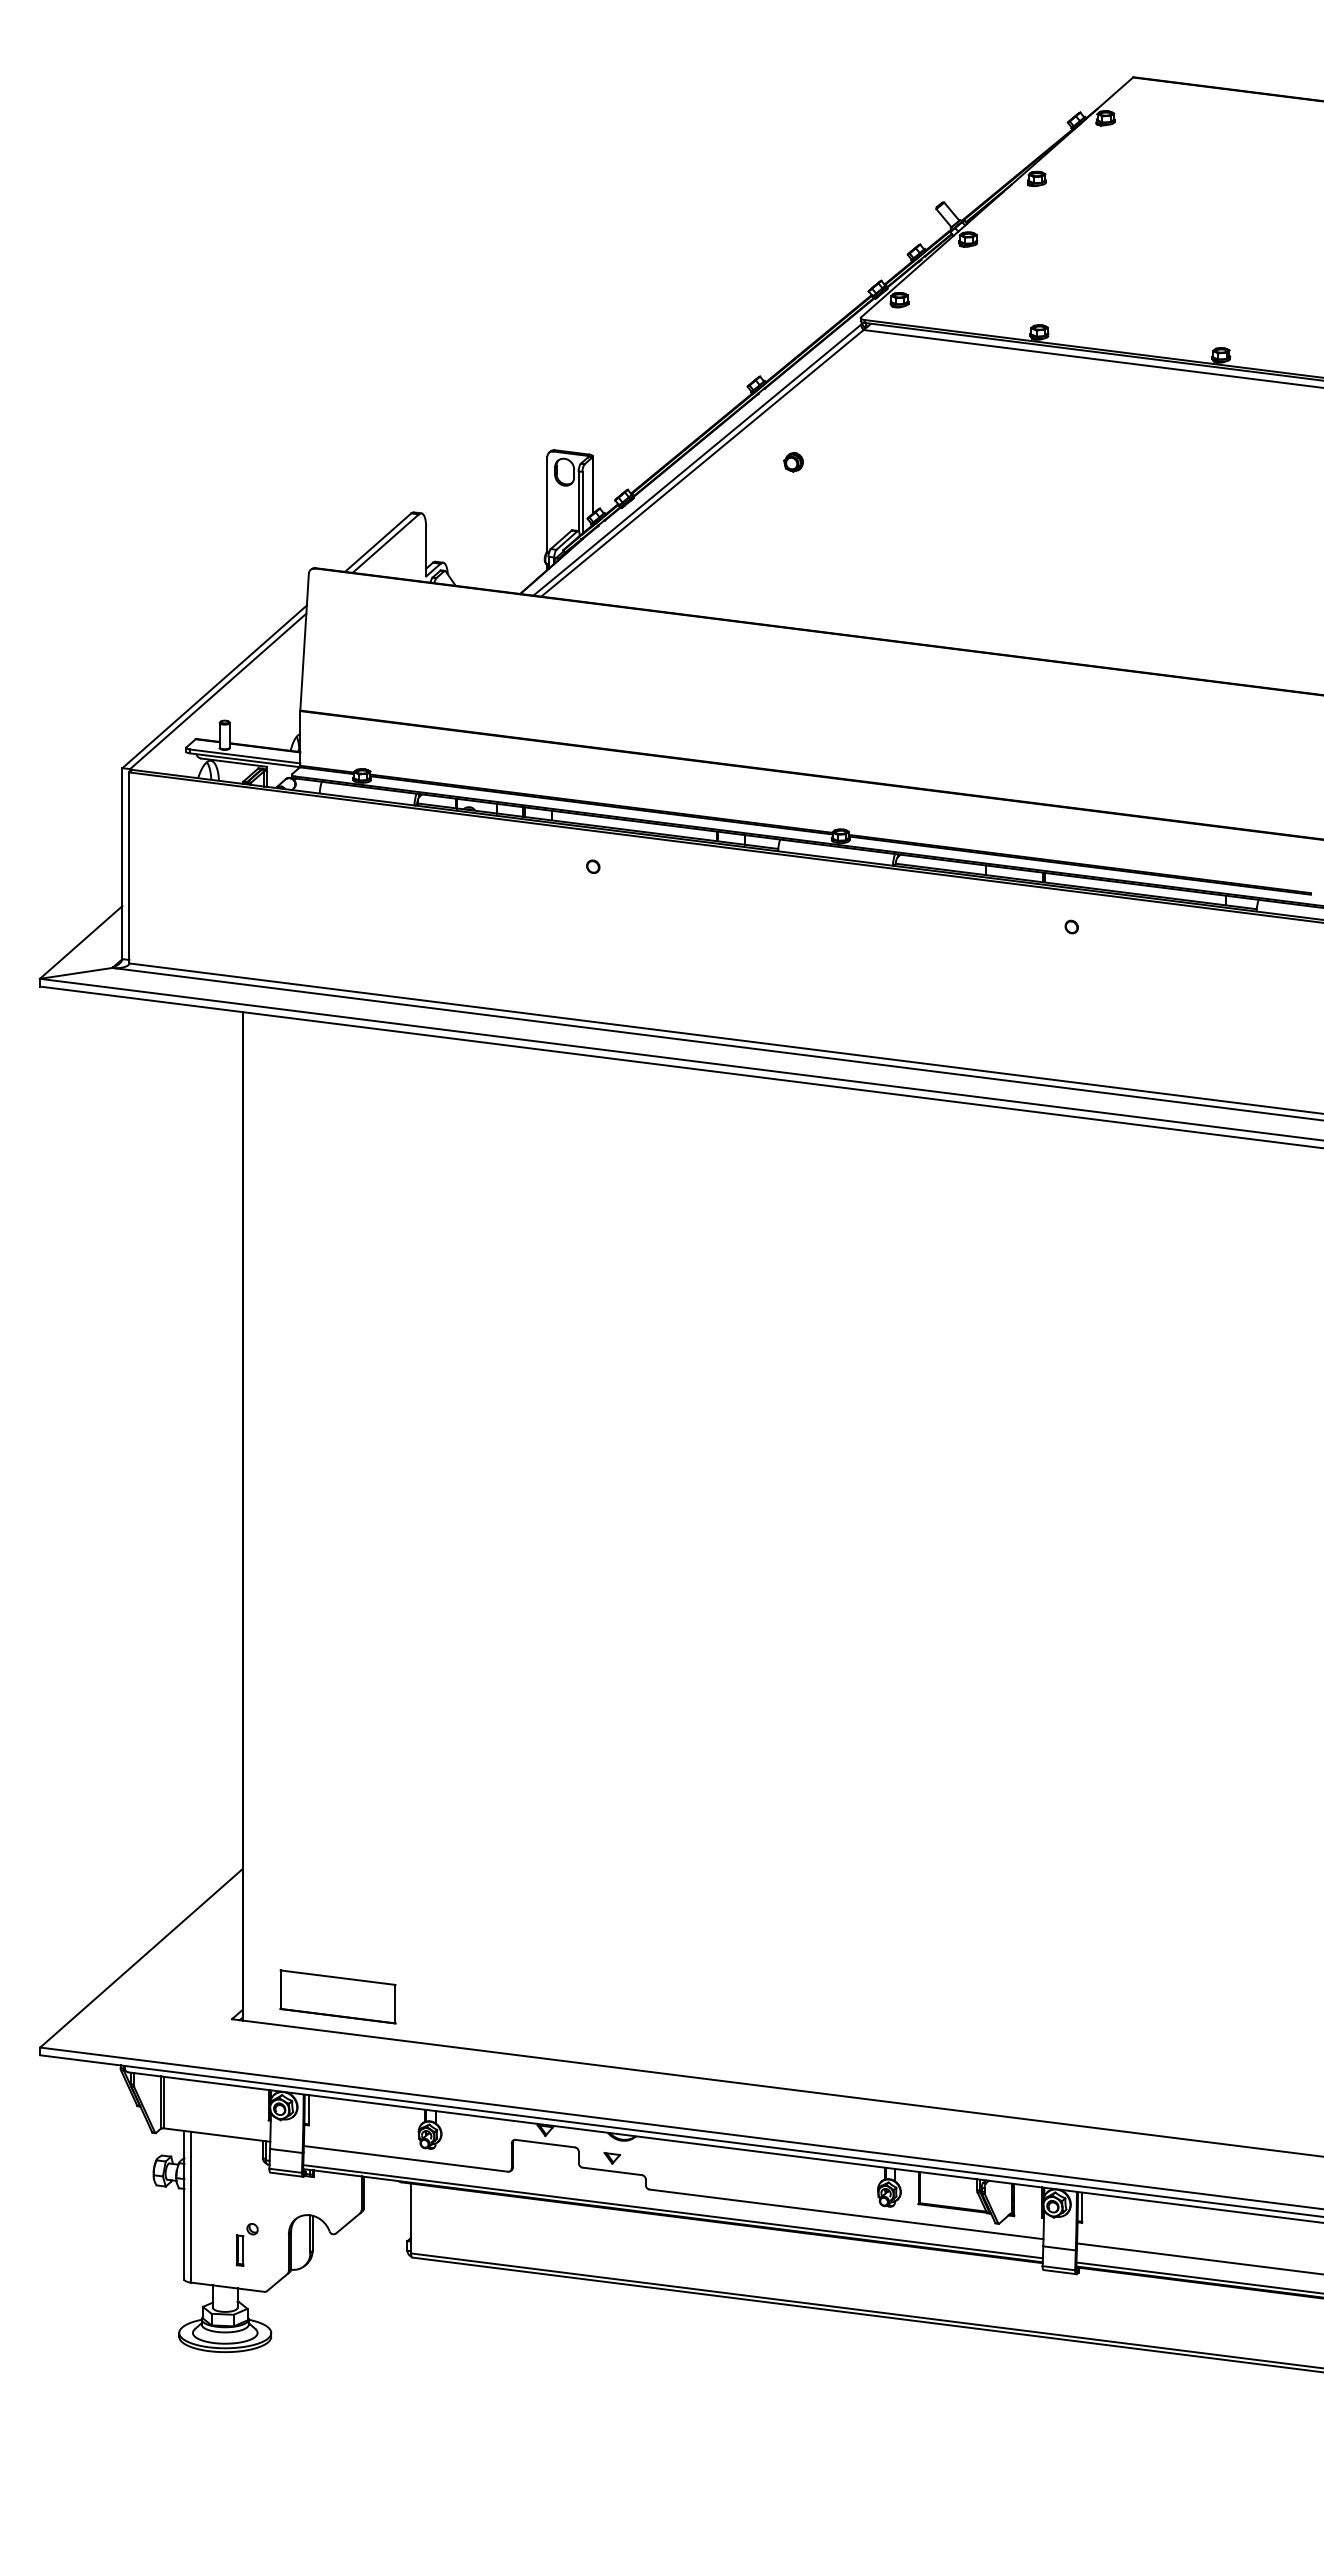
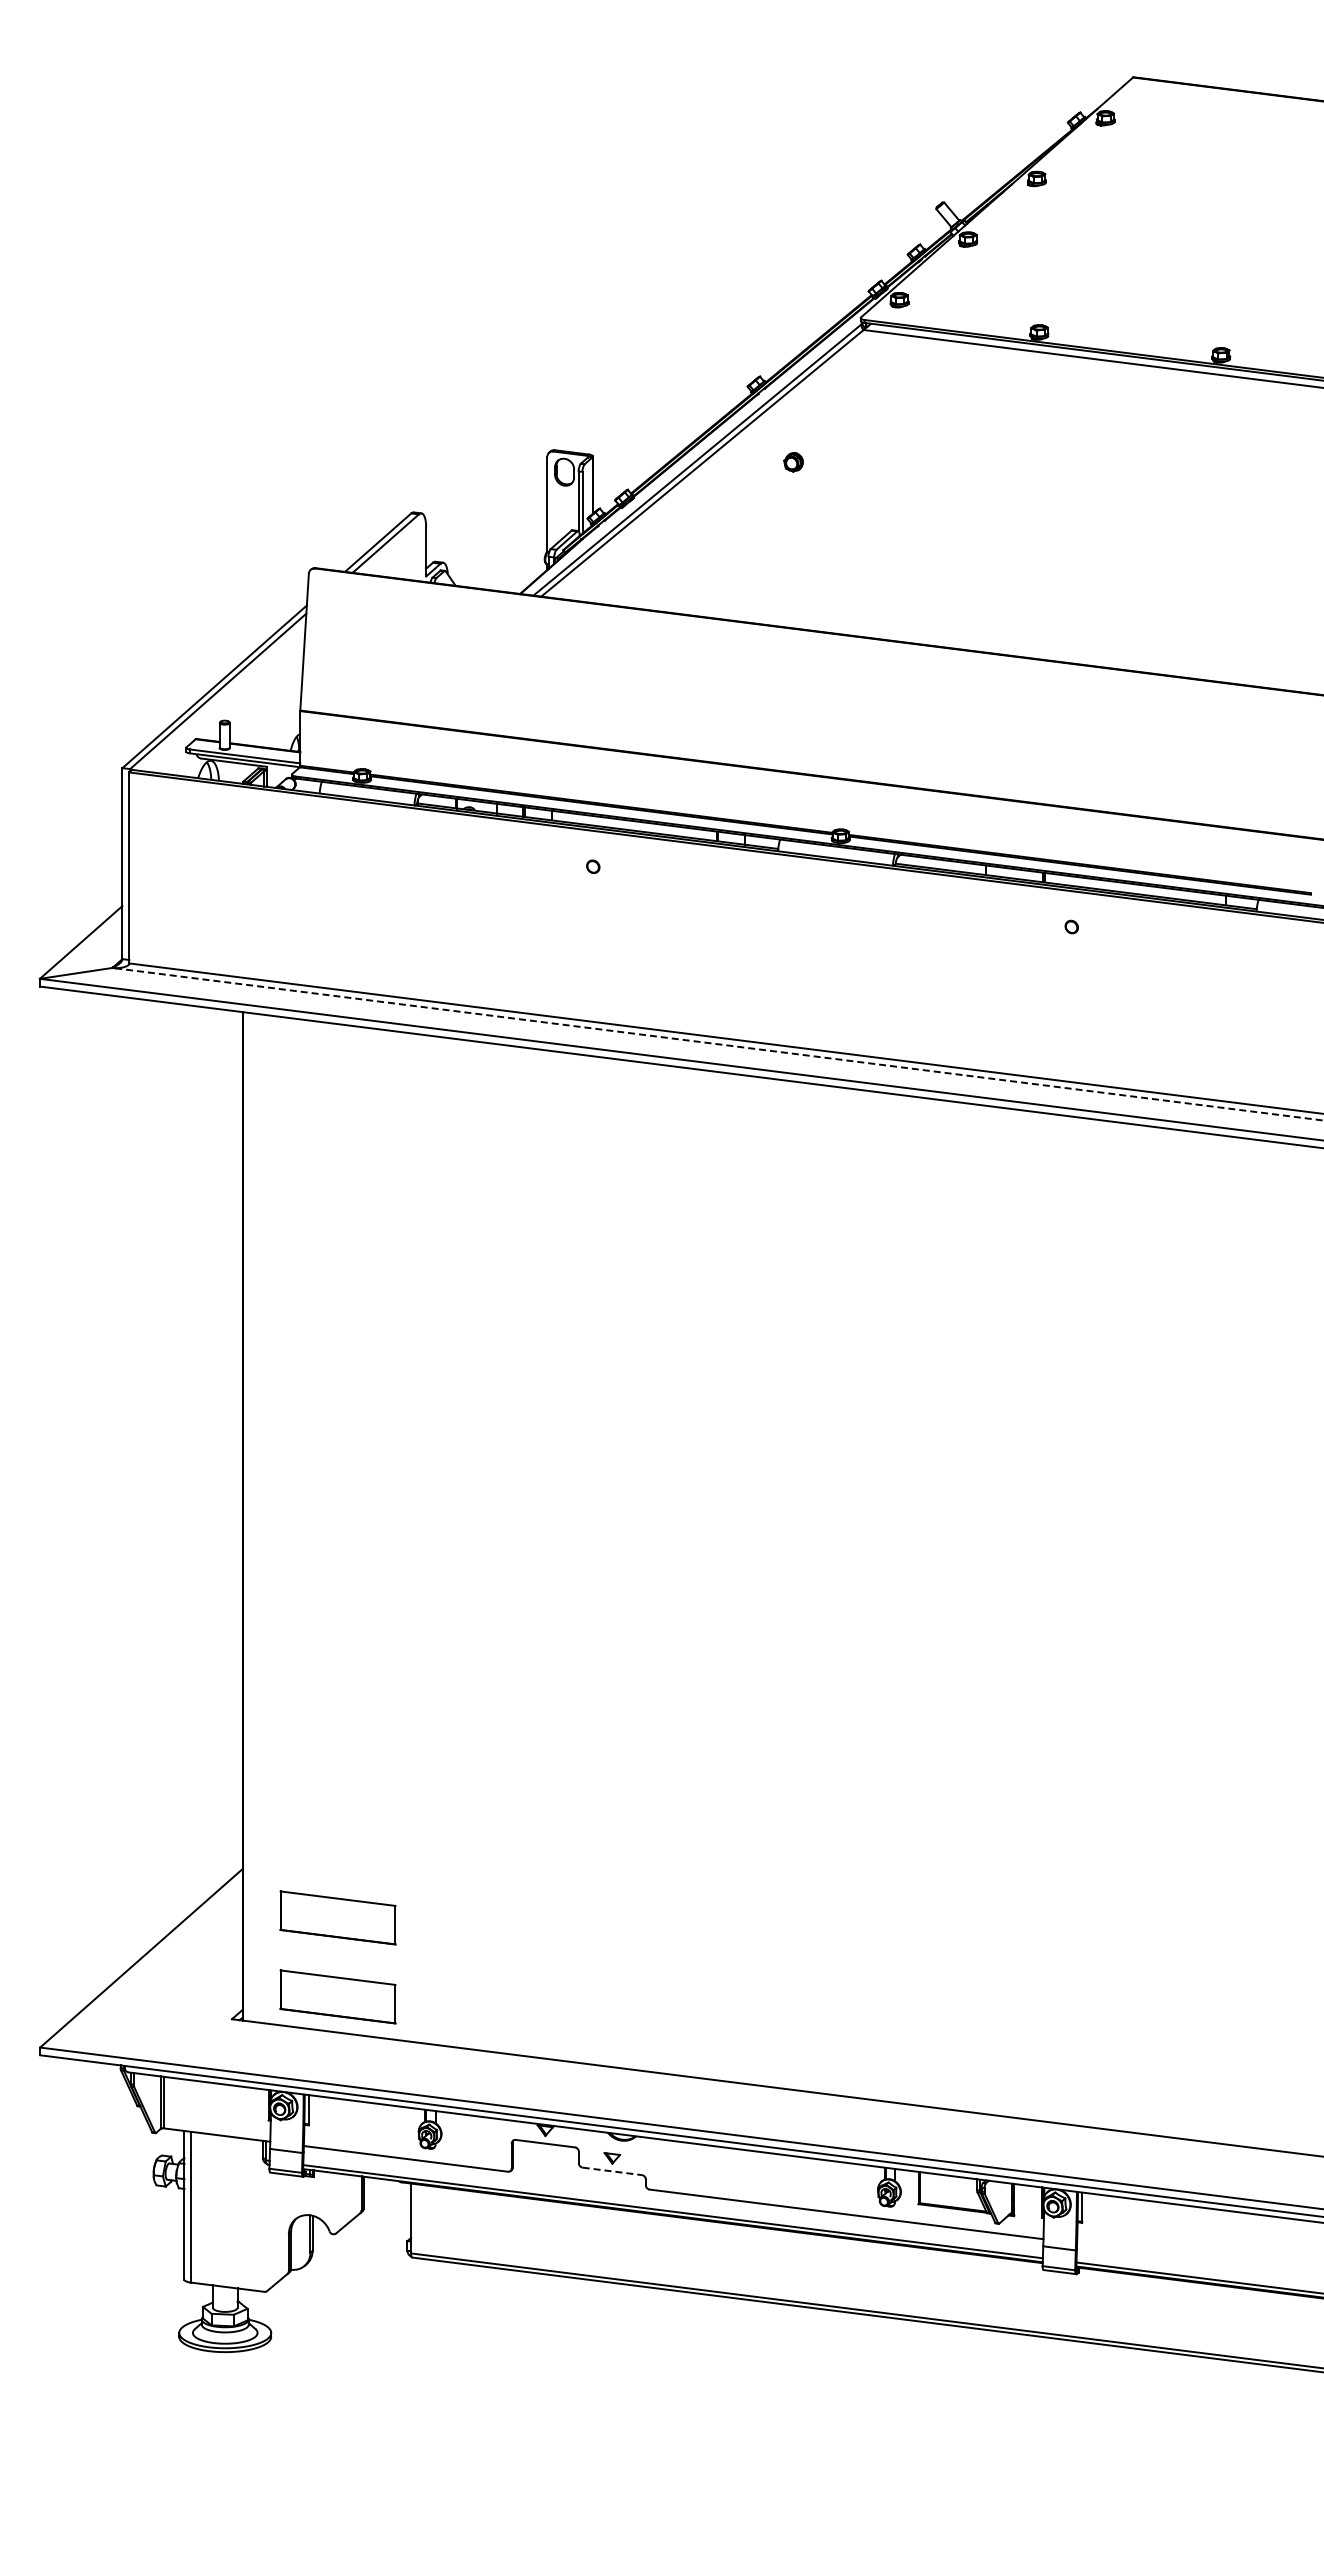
line at (719, 1044): solid -> dashed
part at (337, 1917): none -> present
line at (612, 2171): solid -> dashed
part at (246, 2244): present -> none
line at (1198, 2258): present -> none
